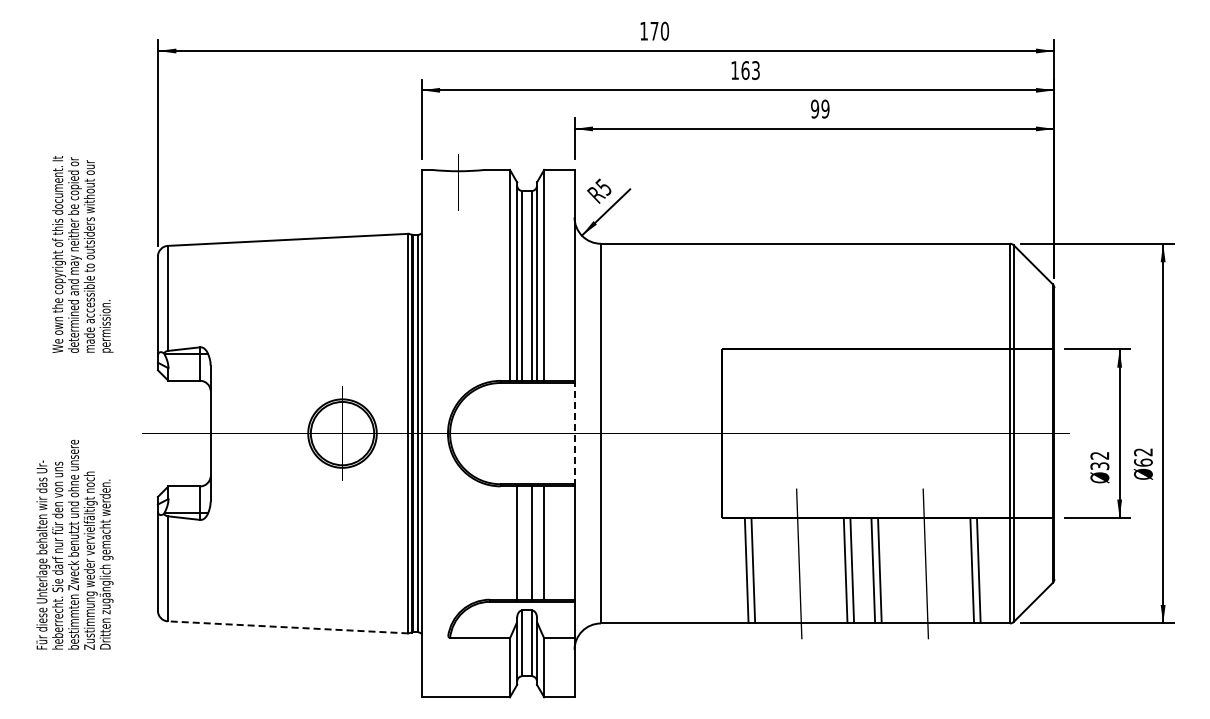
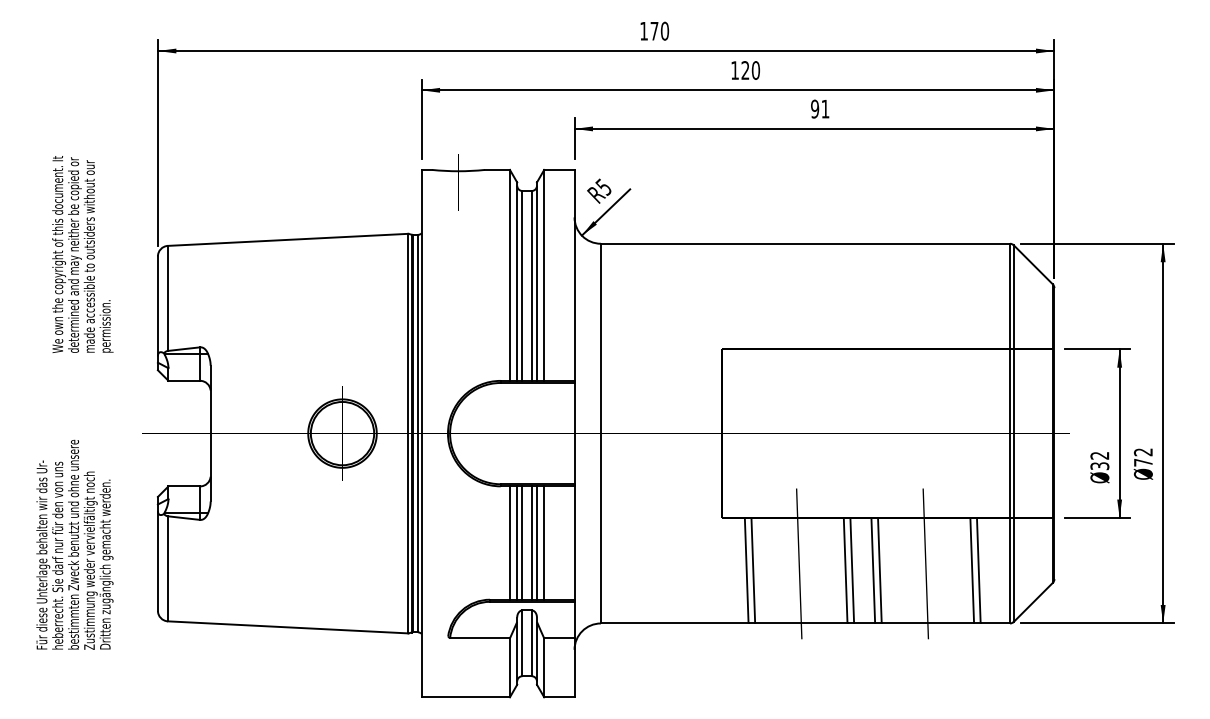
text at (750, 70): 163 -> 120
text at (825, 108): 99 -> 91
line at (574, 433): dashed -> solid
text at (1142, 462): 62 -> 72
line at (509, 542): none -> present
line at (522, 542): none -> present
line at (536, 542): none -> present
line at (287, 627): dashed -> solid
